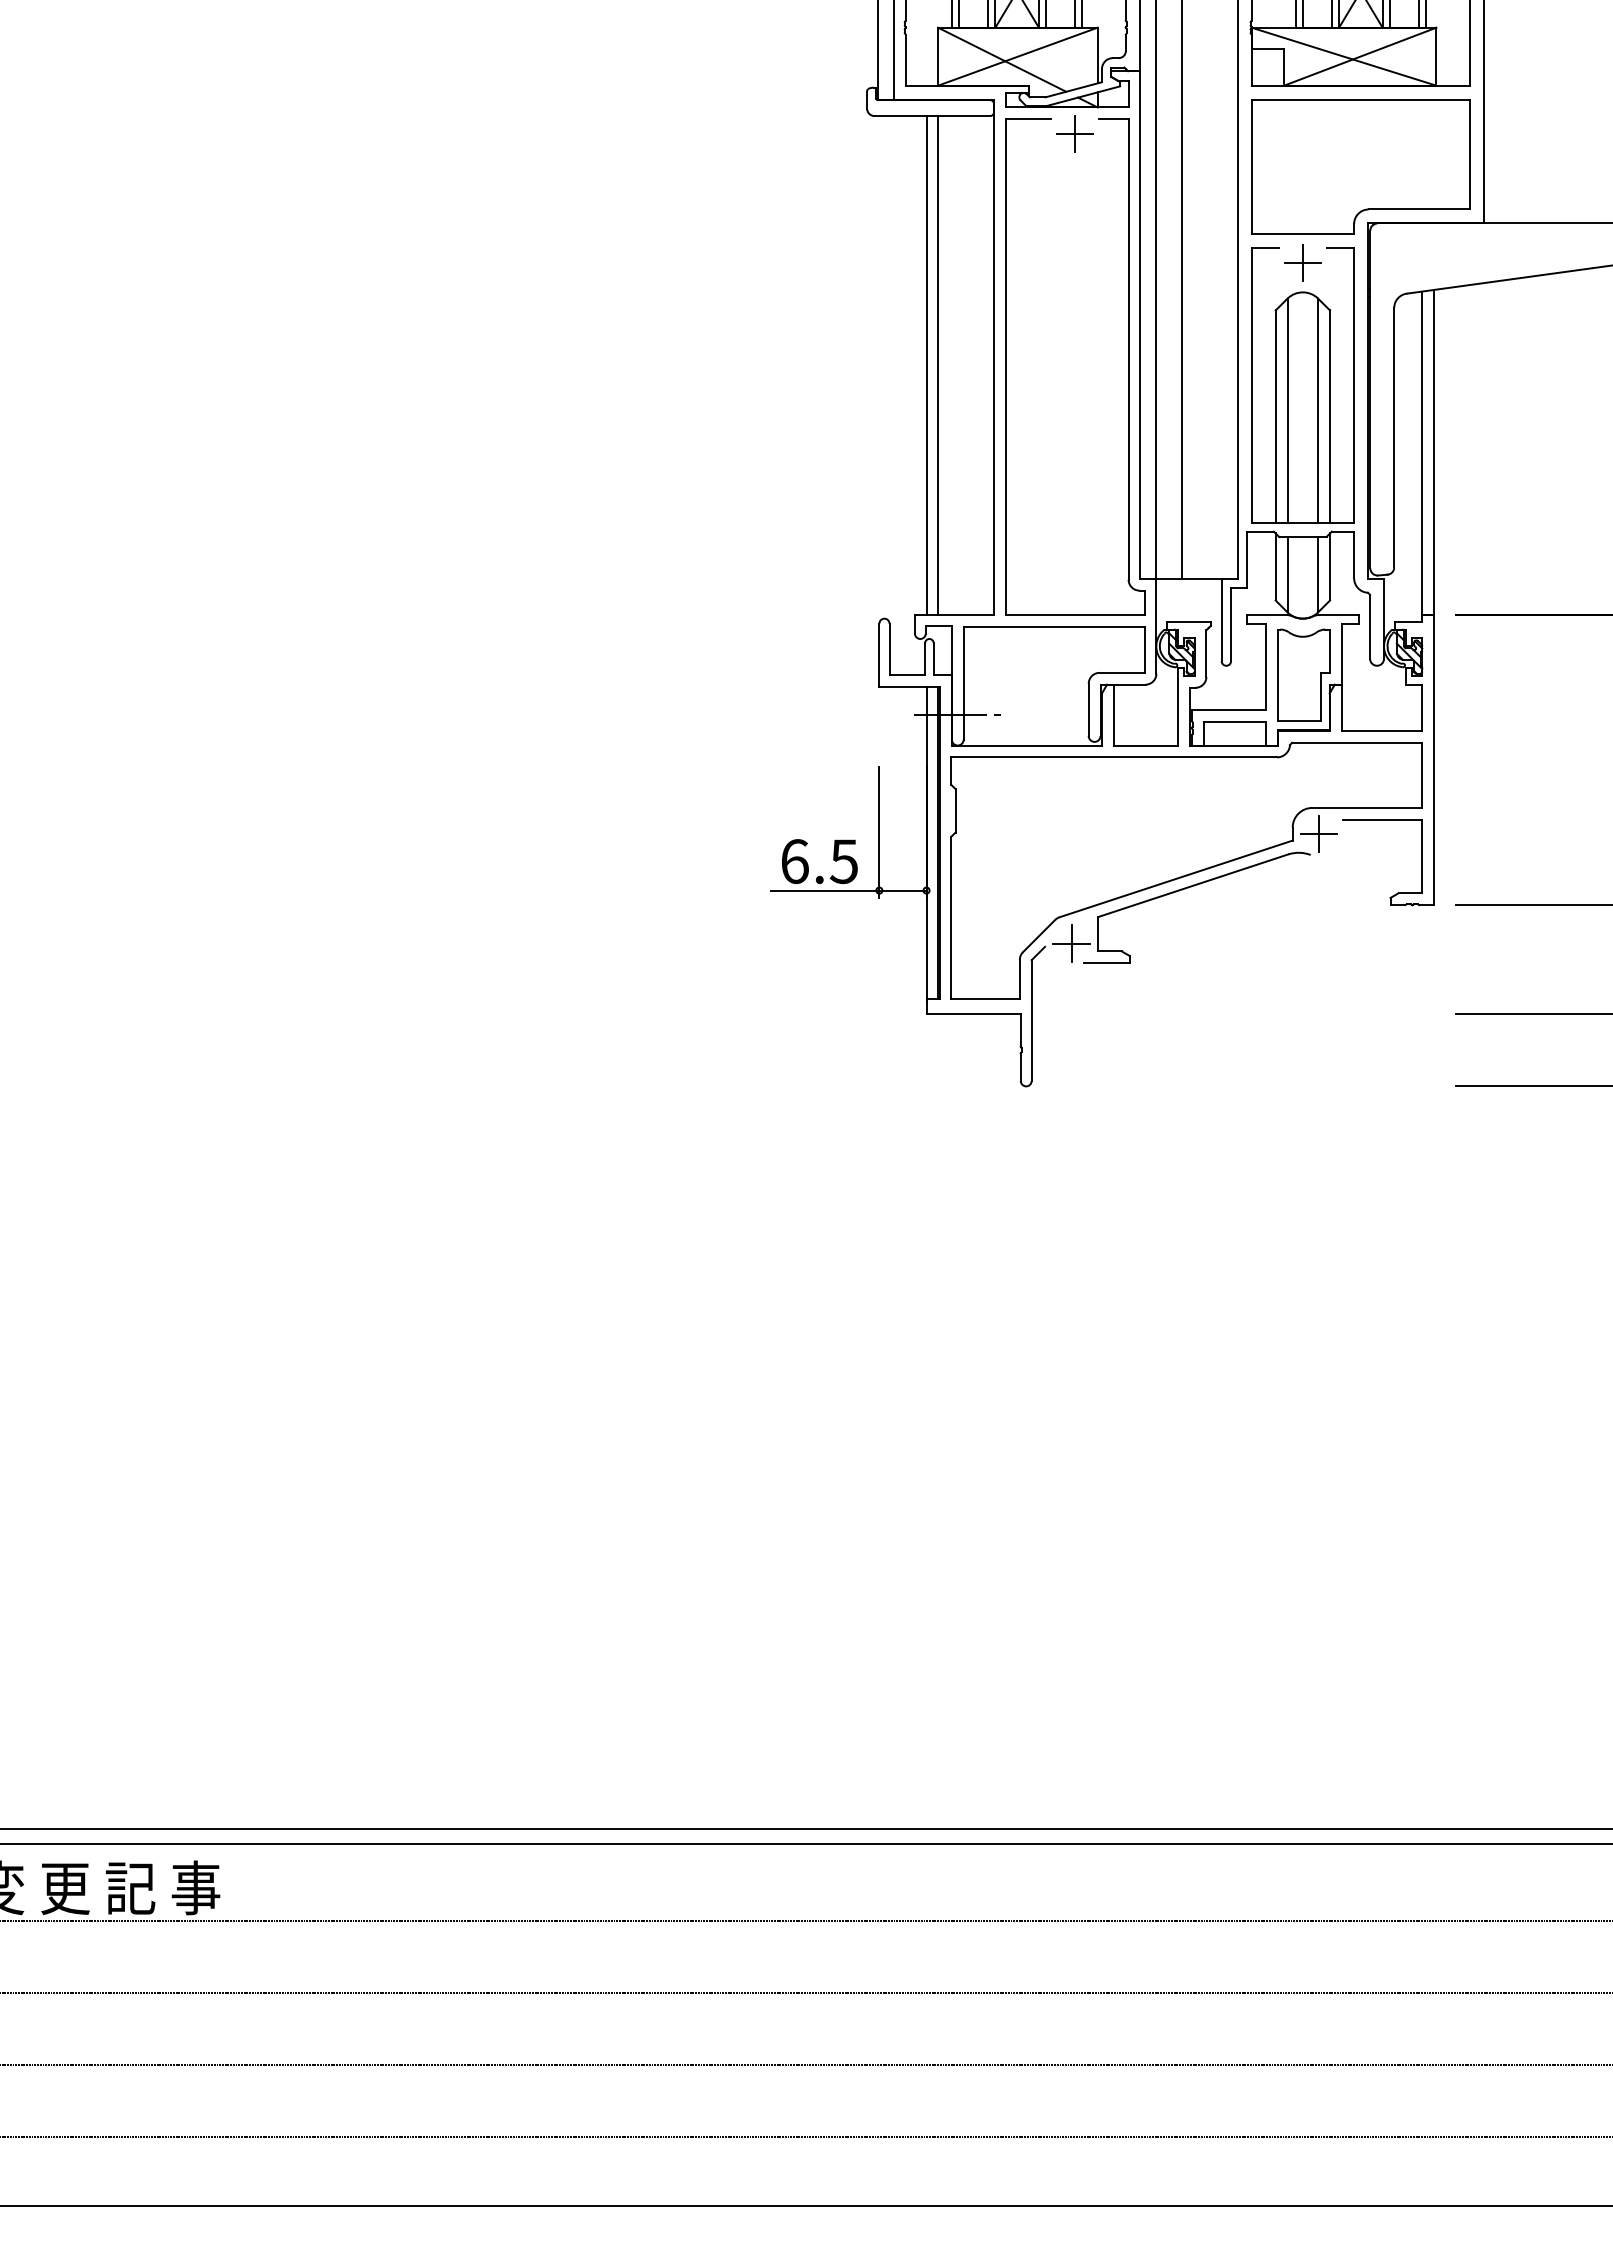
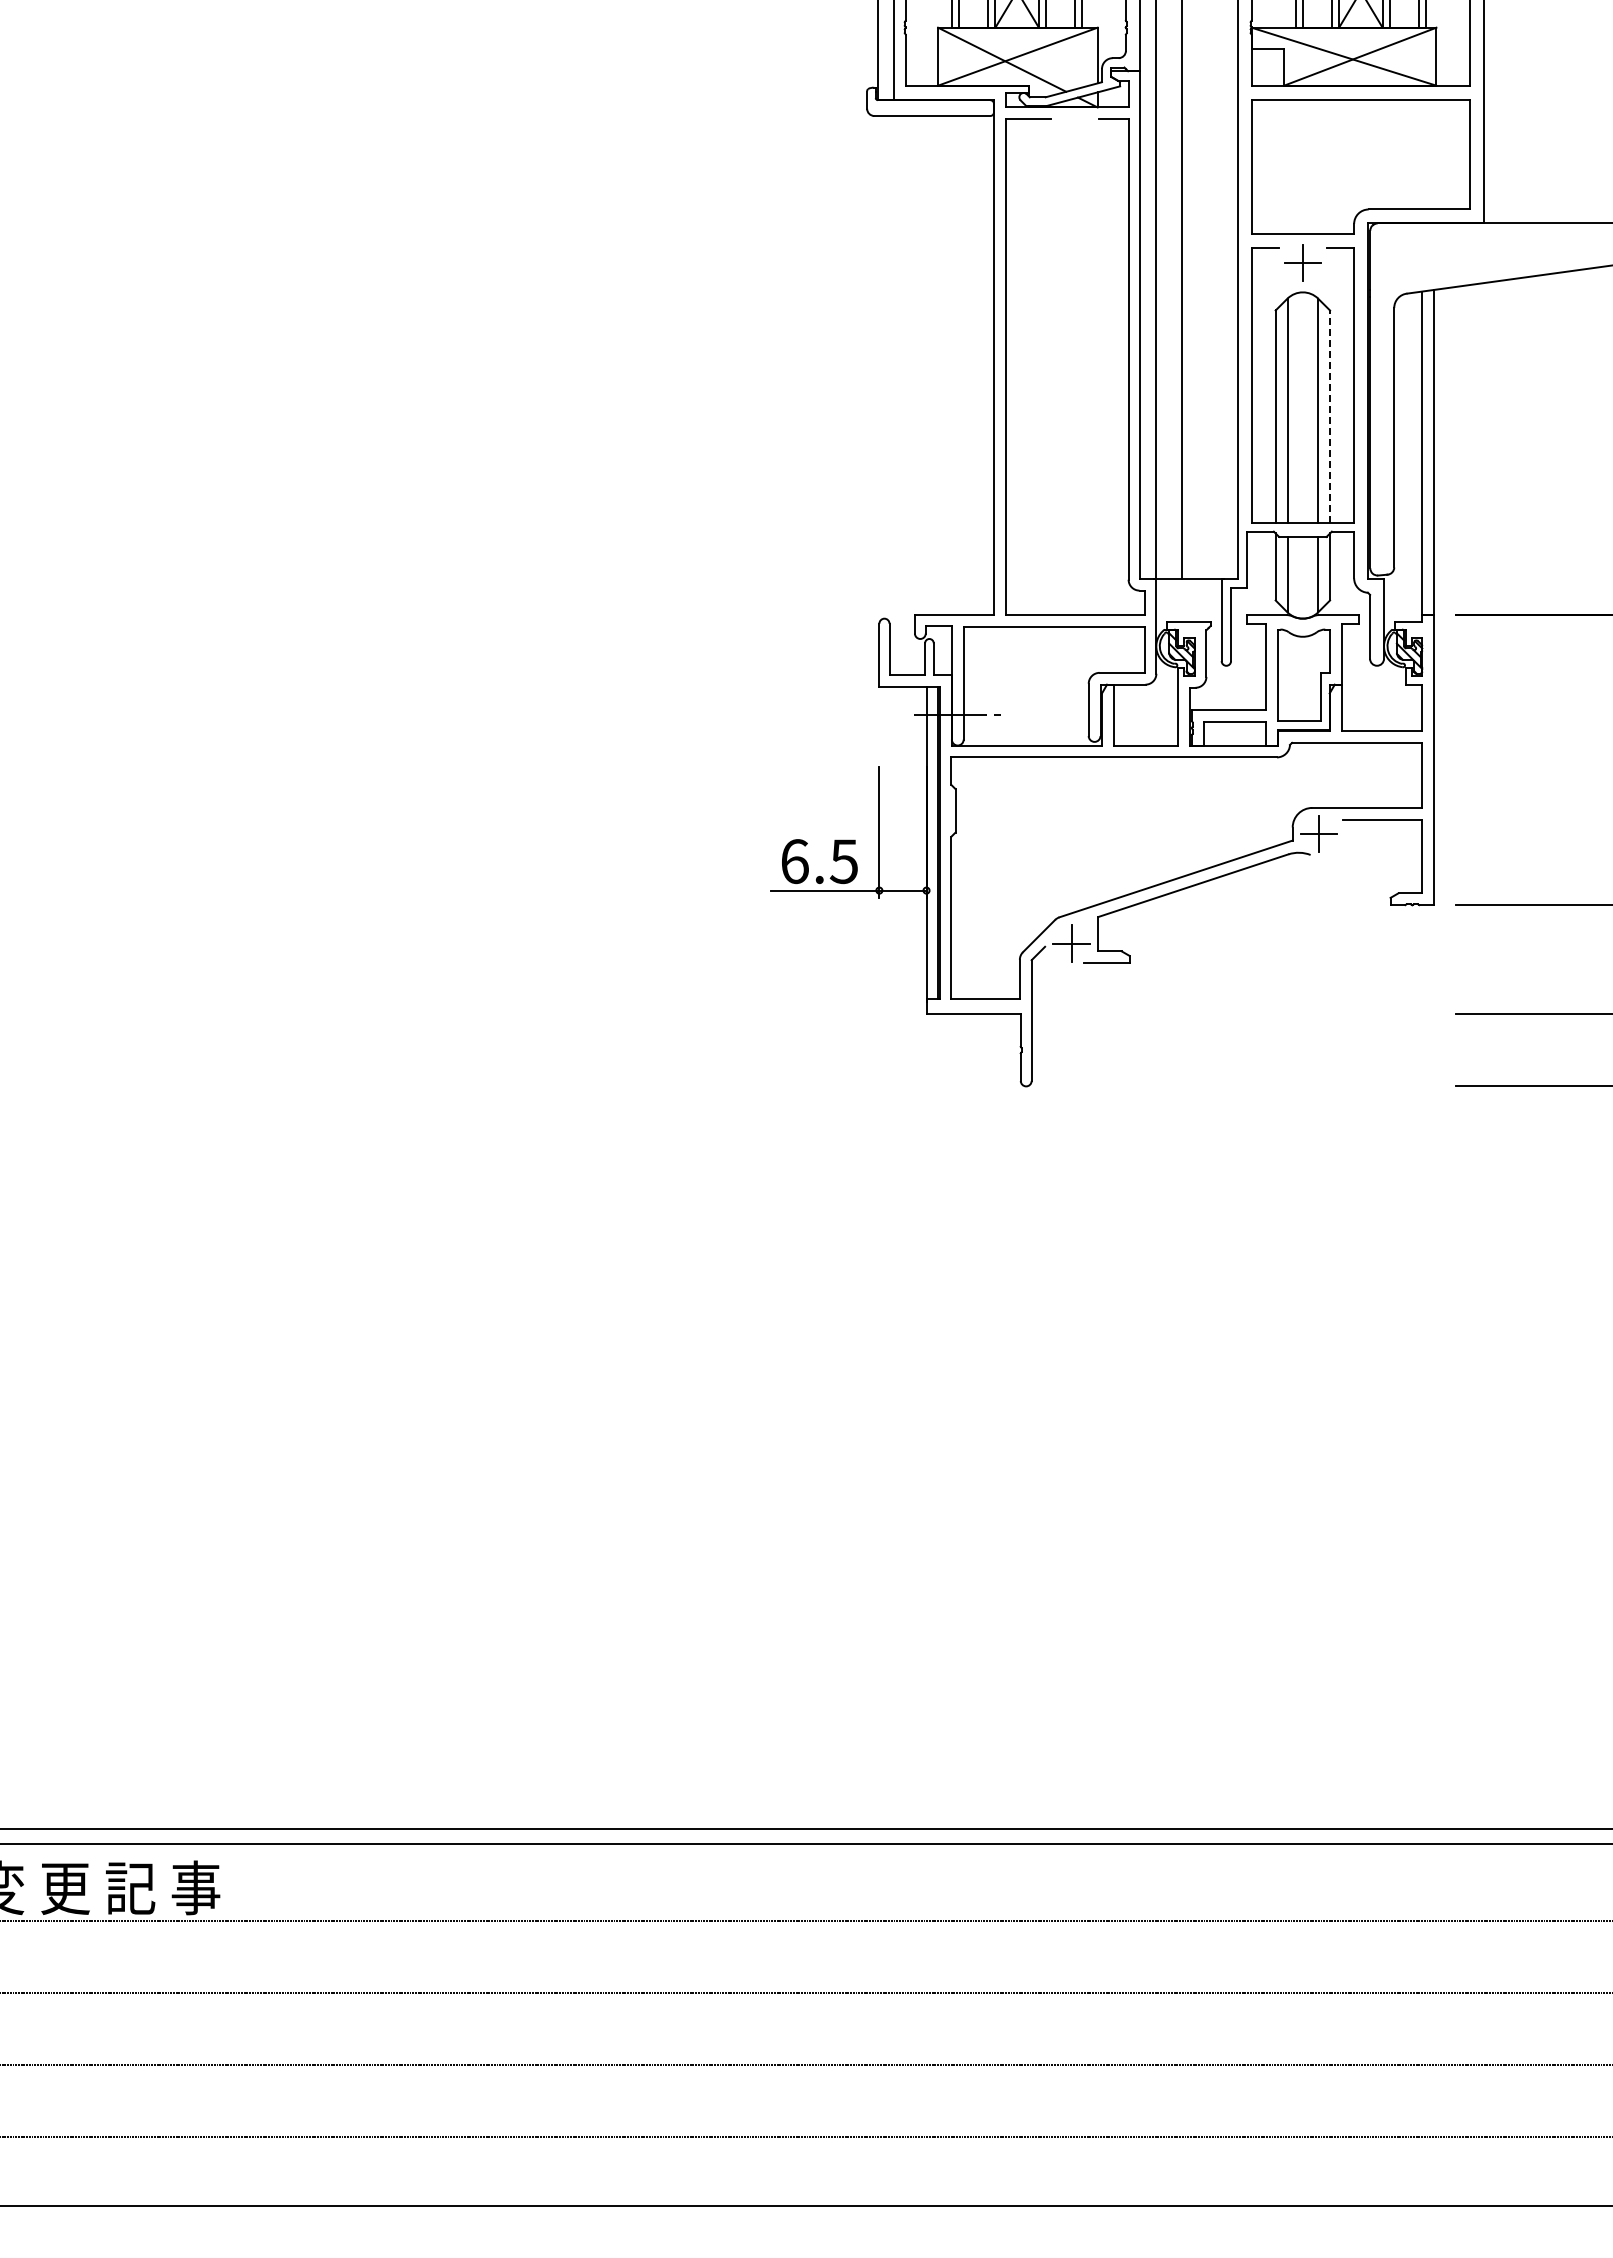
part at (1074, 133): present -> none
line at (926, 365): present -> none
line at (938, 365): present -> none
line at (1330, 416): solid -> dashed
